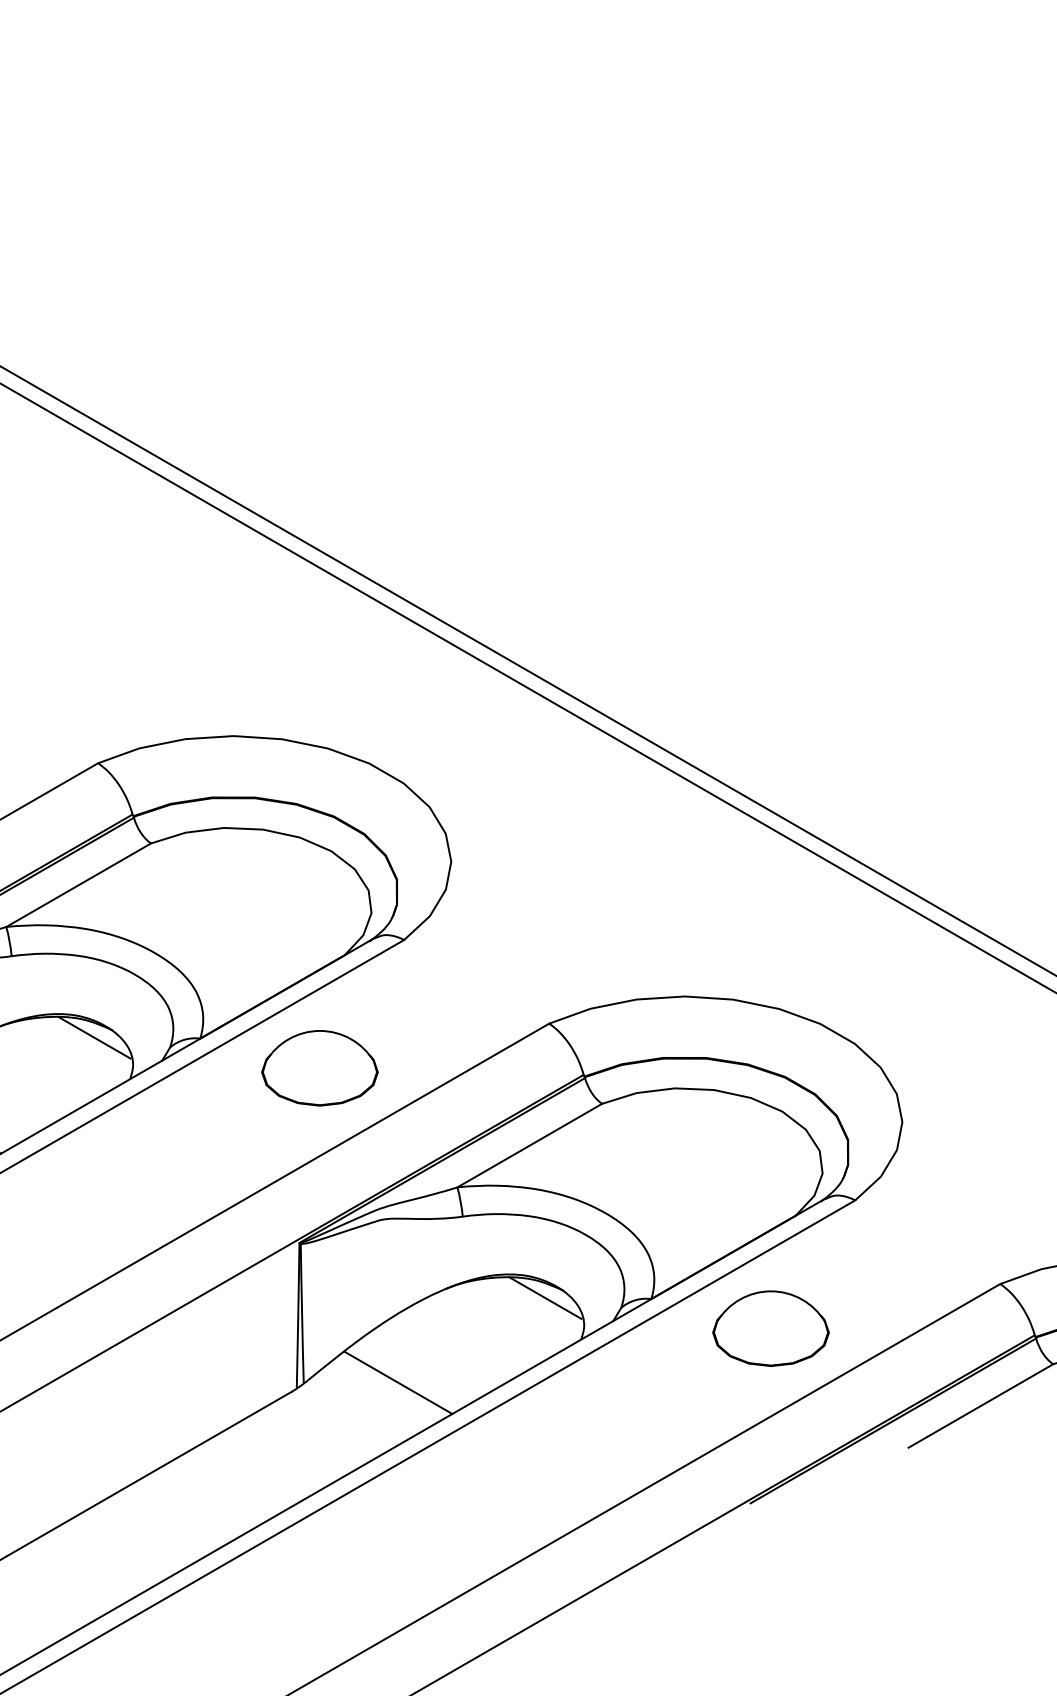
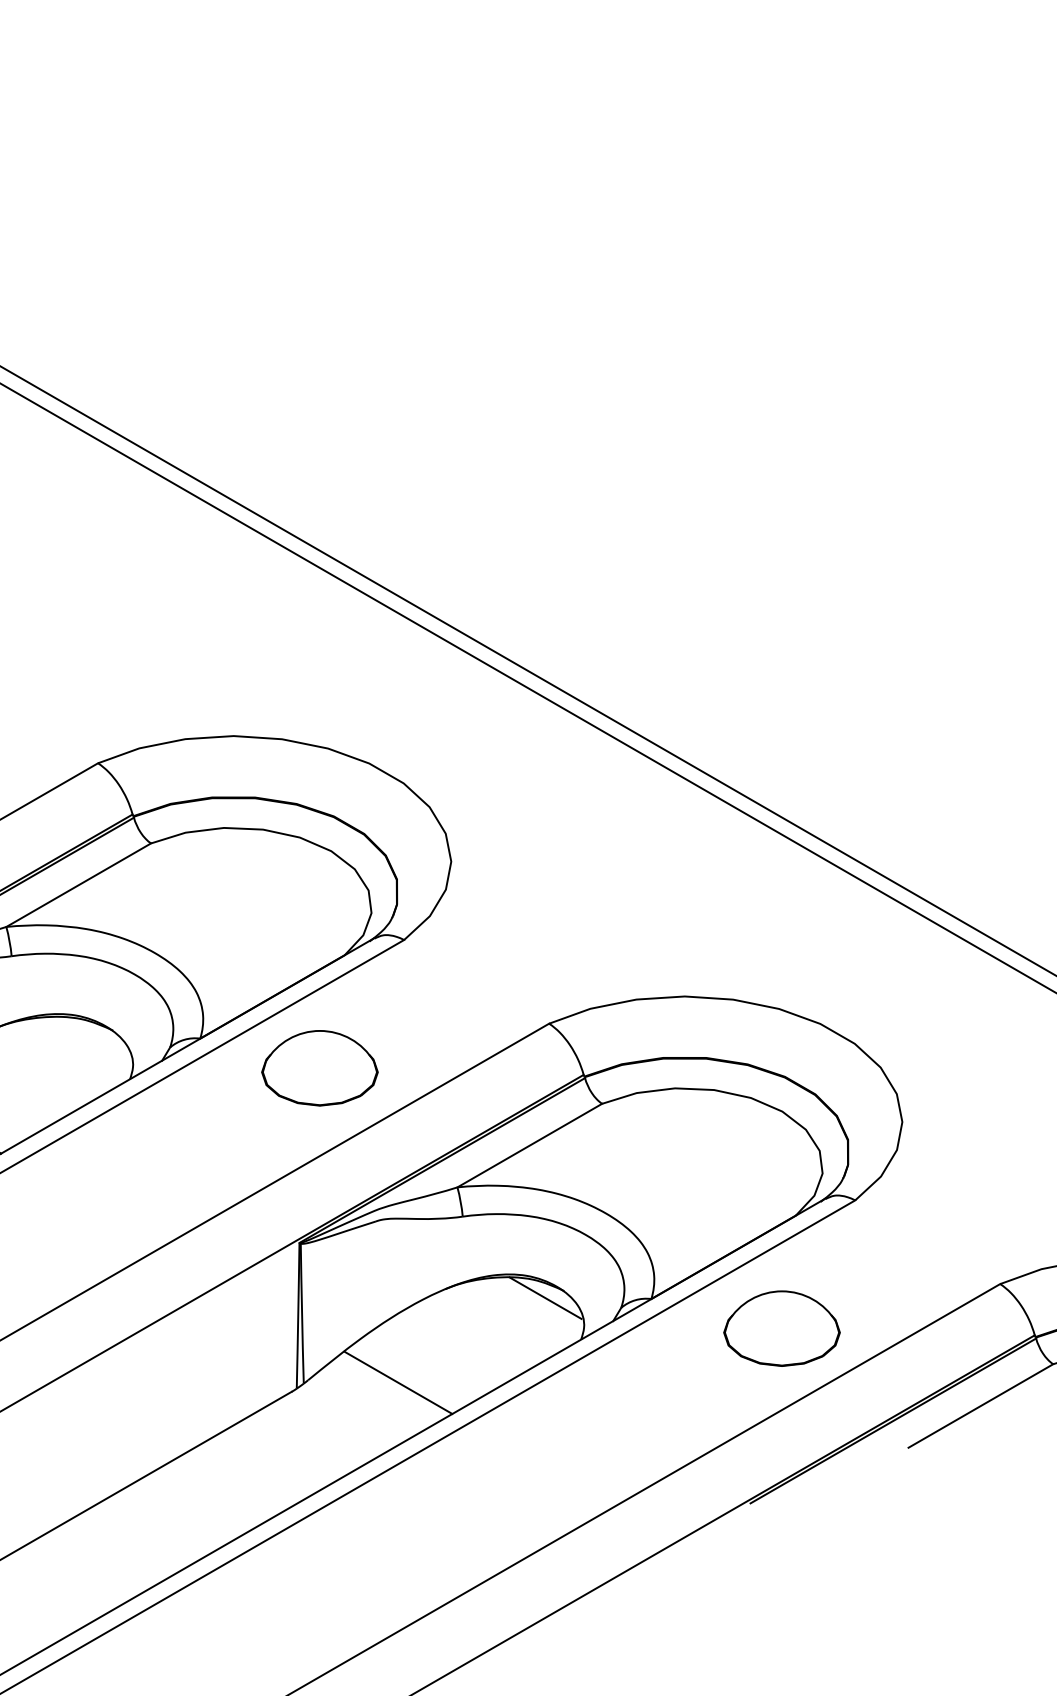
line at (94, 1037): present -> none
part at (770, 1328) position: (770, 1328) -> (781, 1328)
